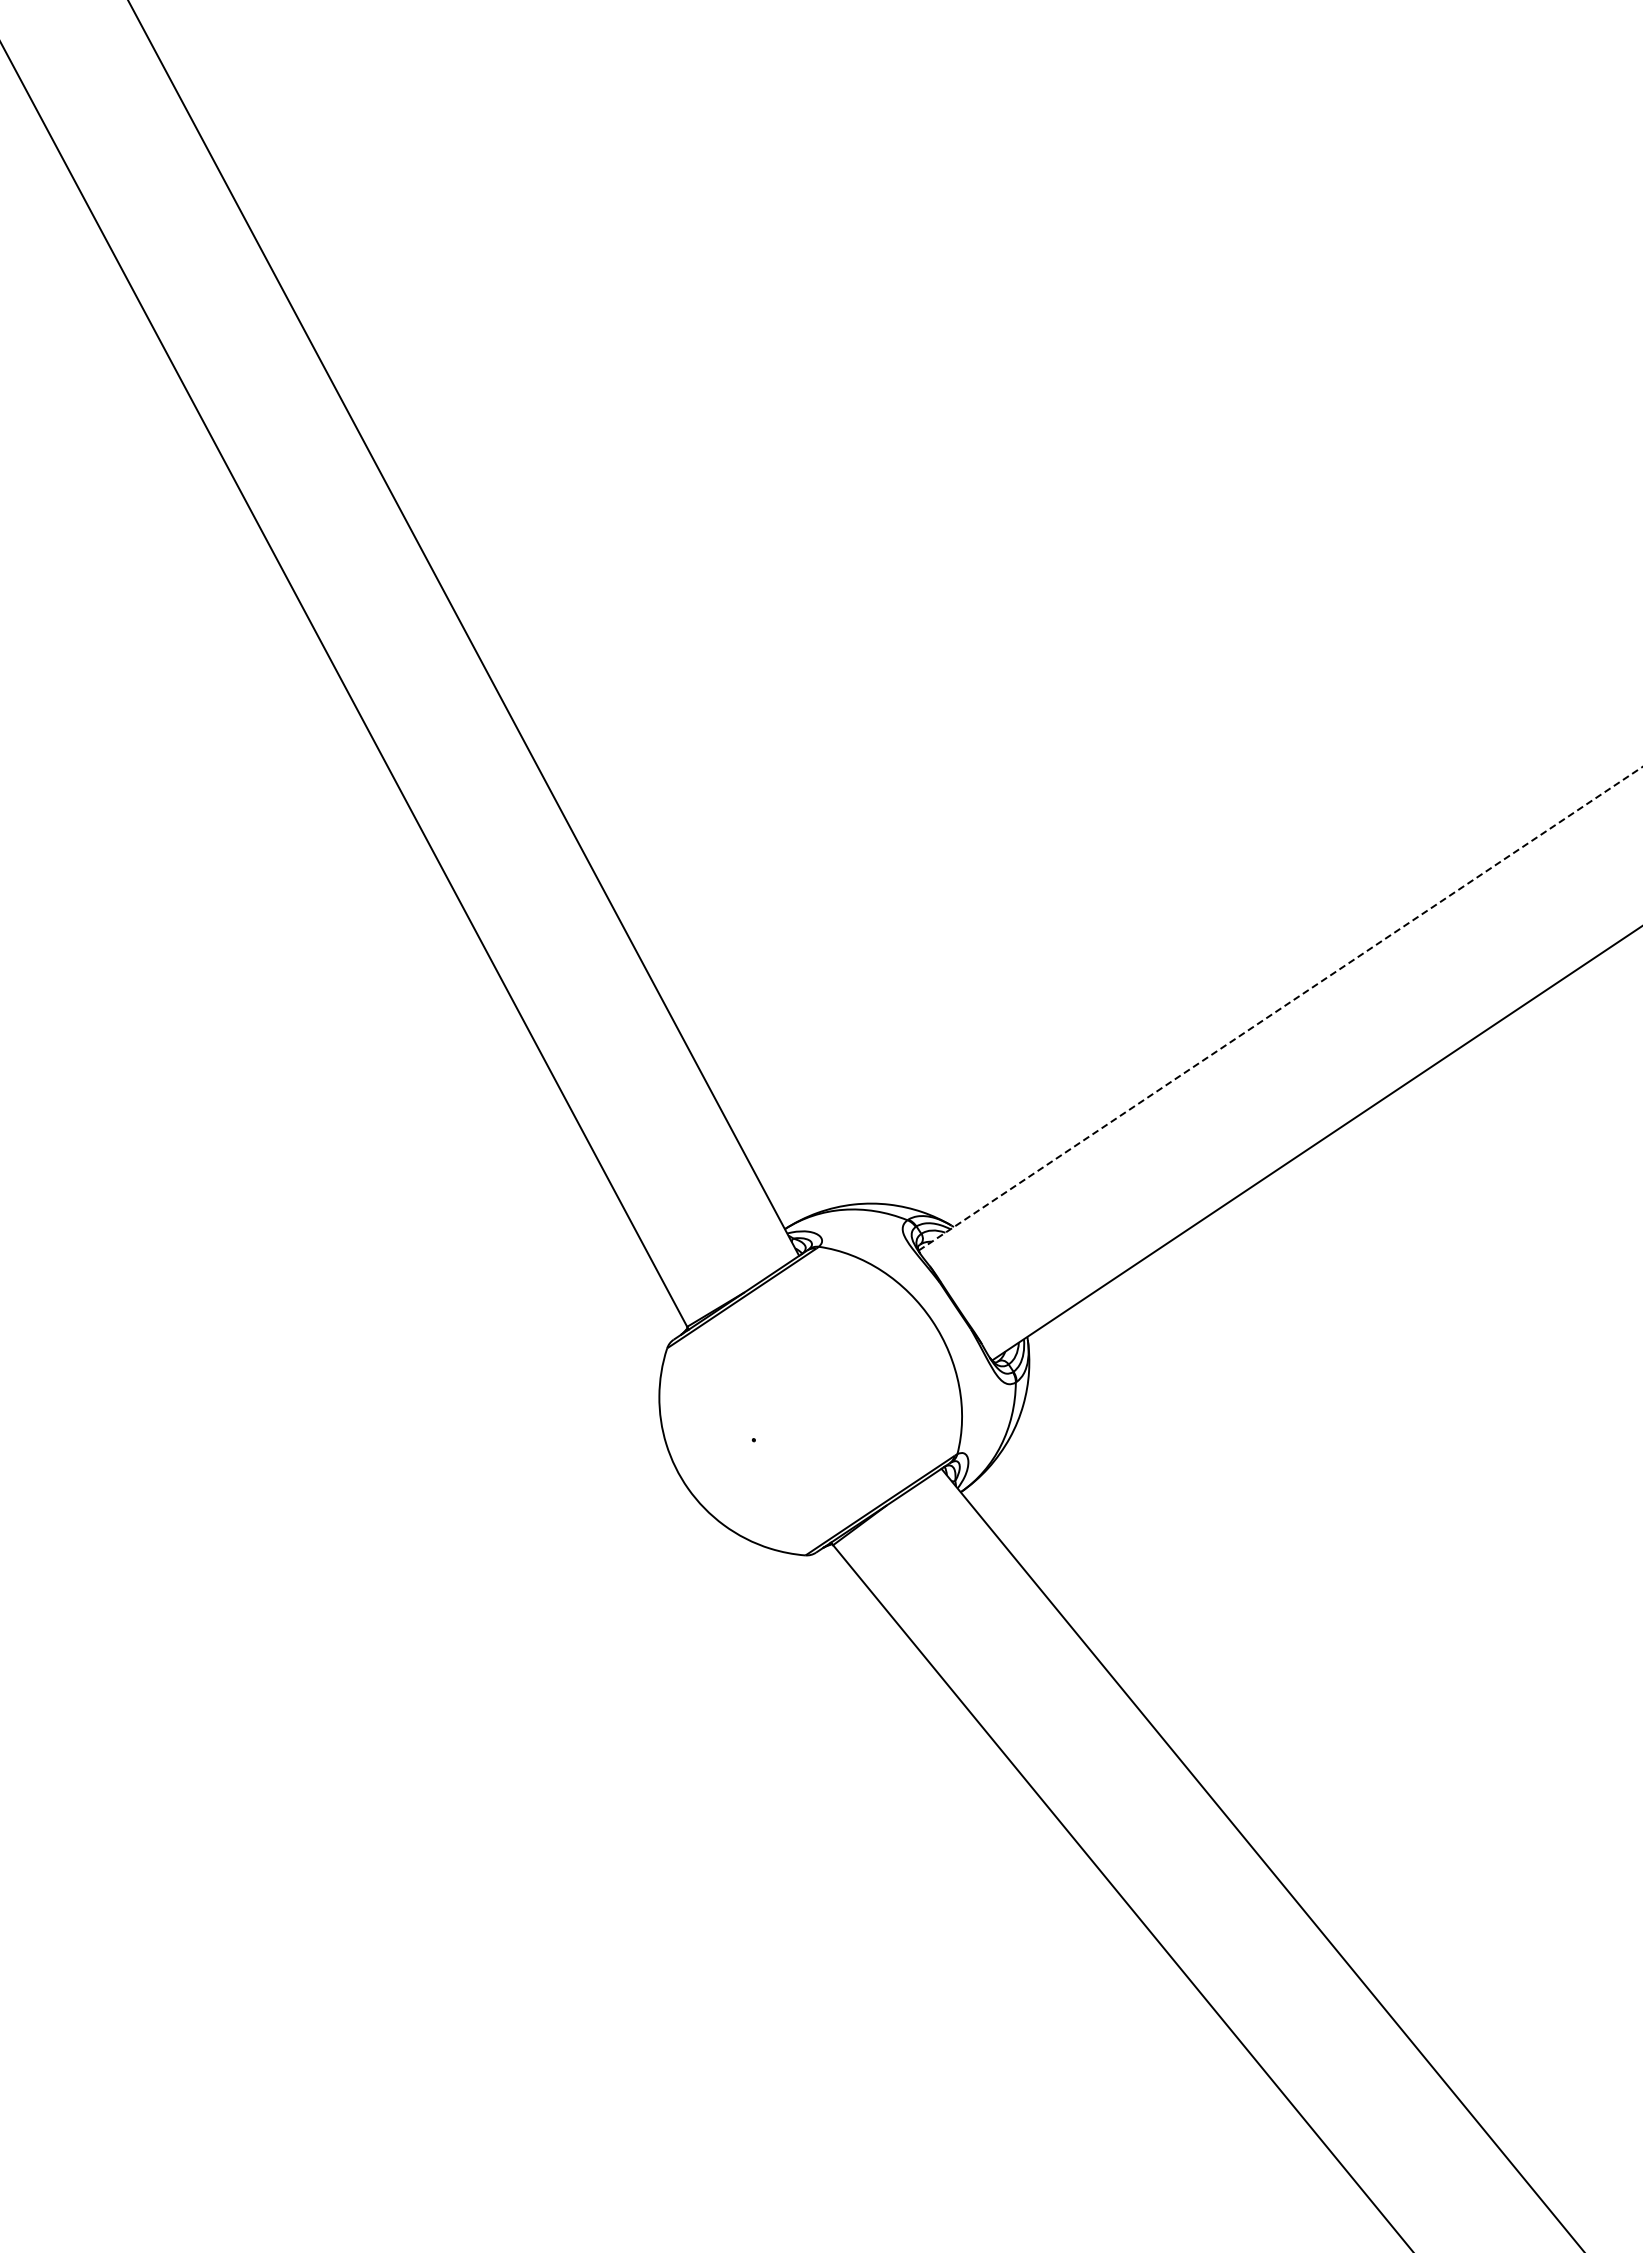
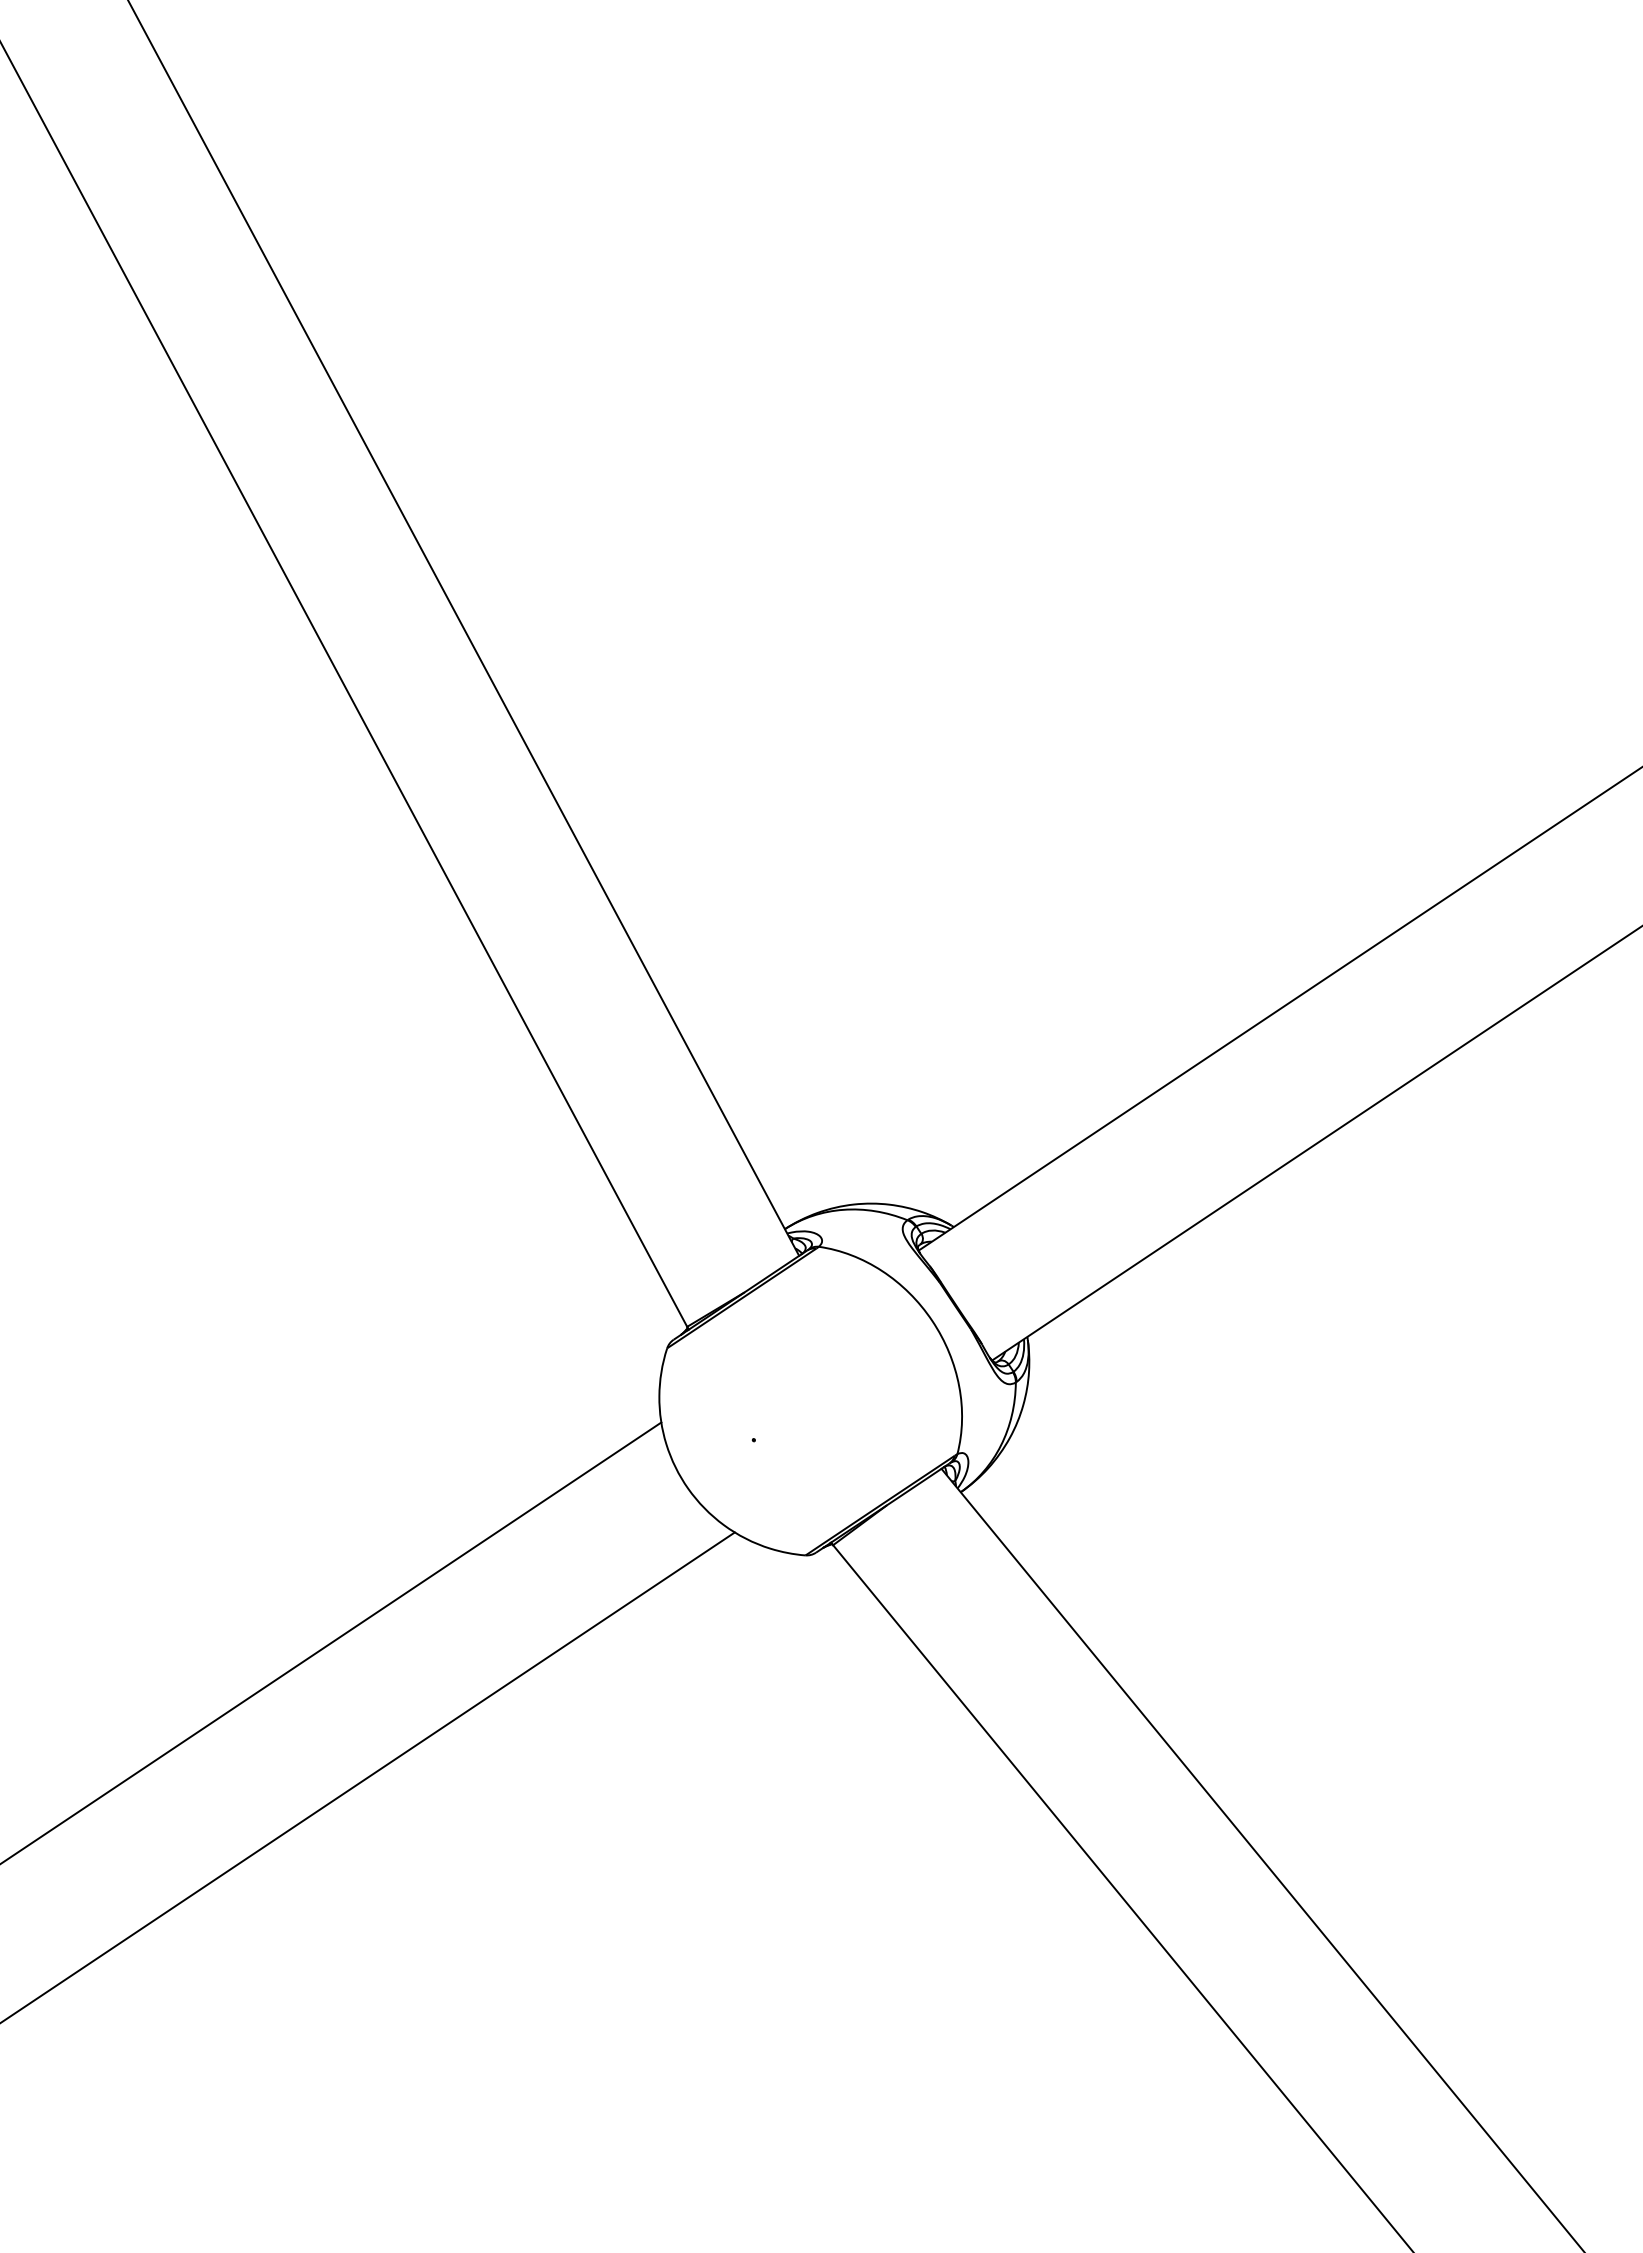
line at (1281, 1008): dashed -> solid
line at (331, 1642): none -> present
line at (368, 1776): none -> present
